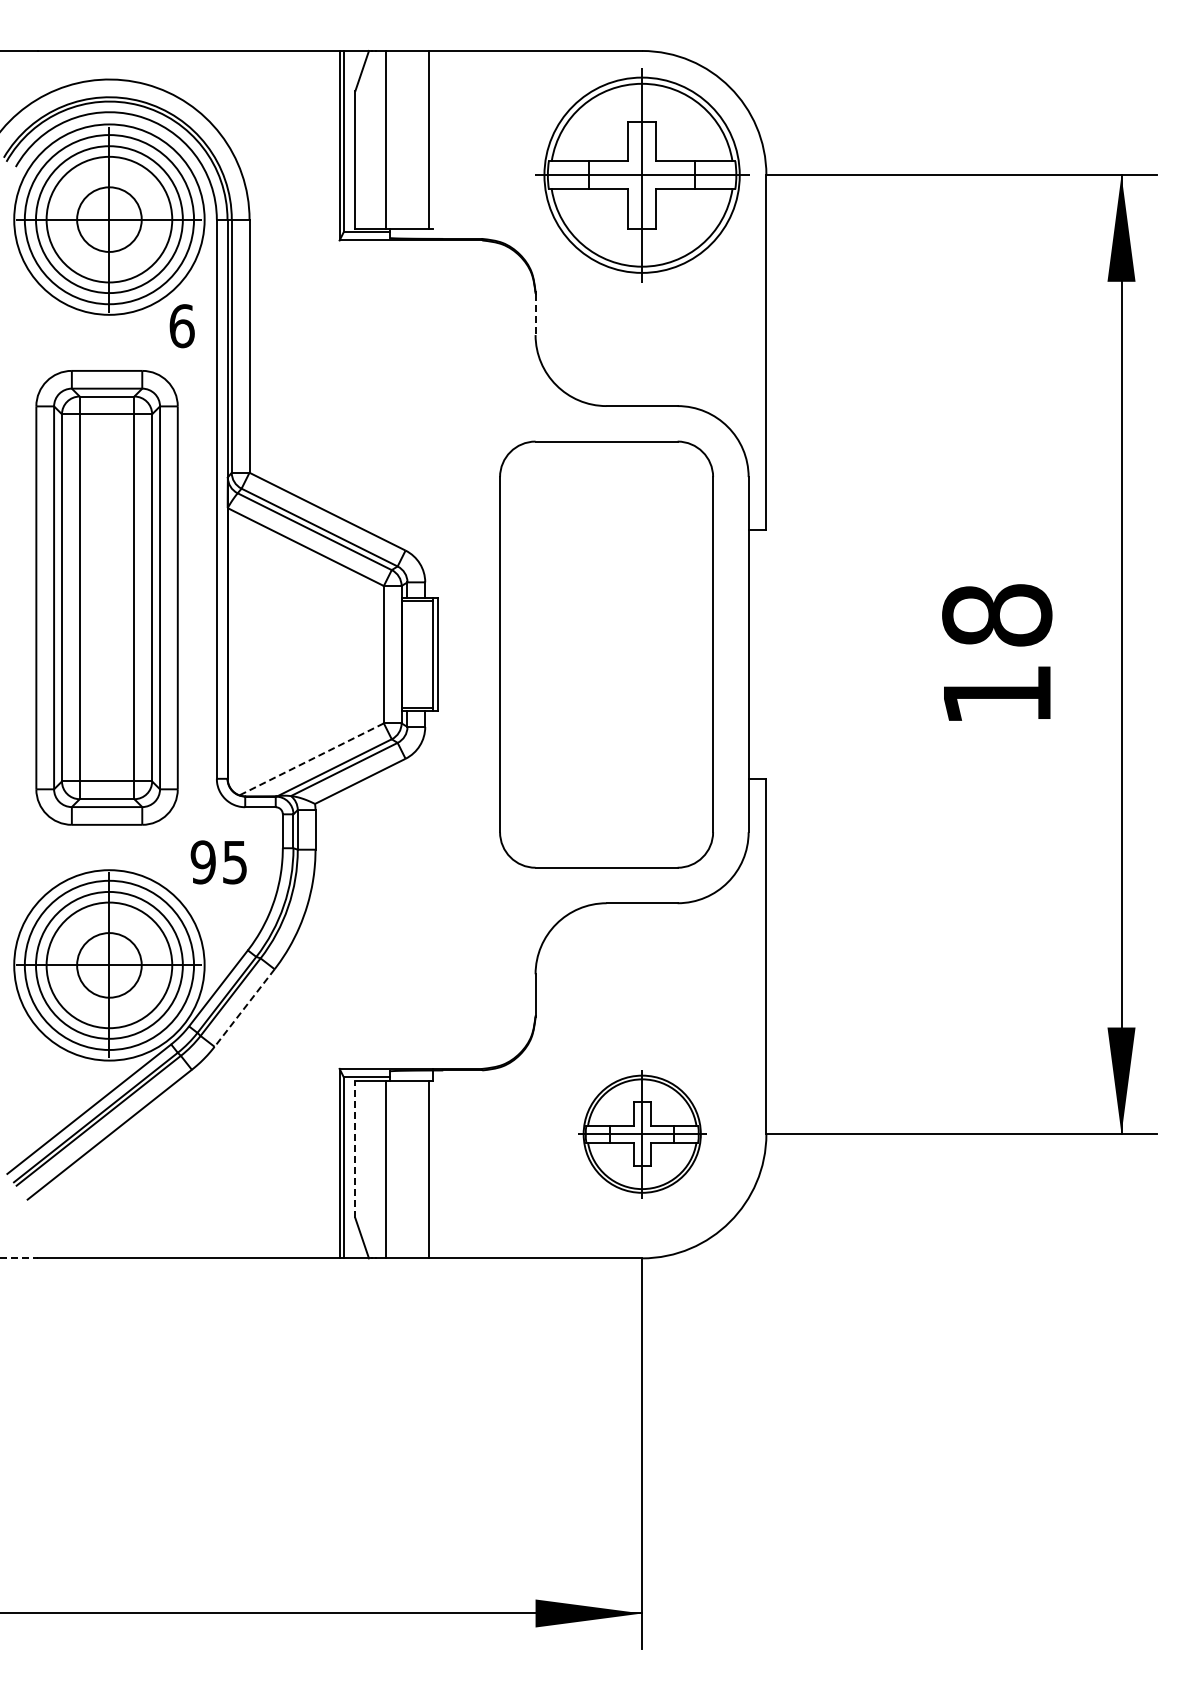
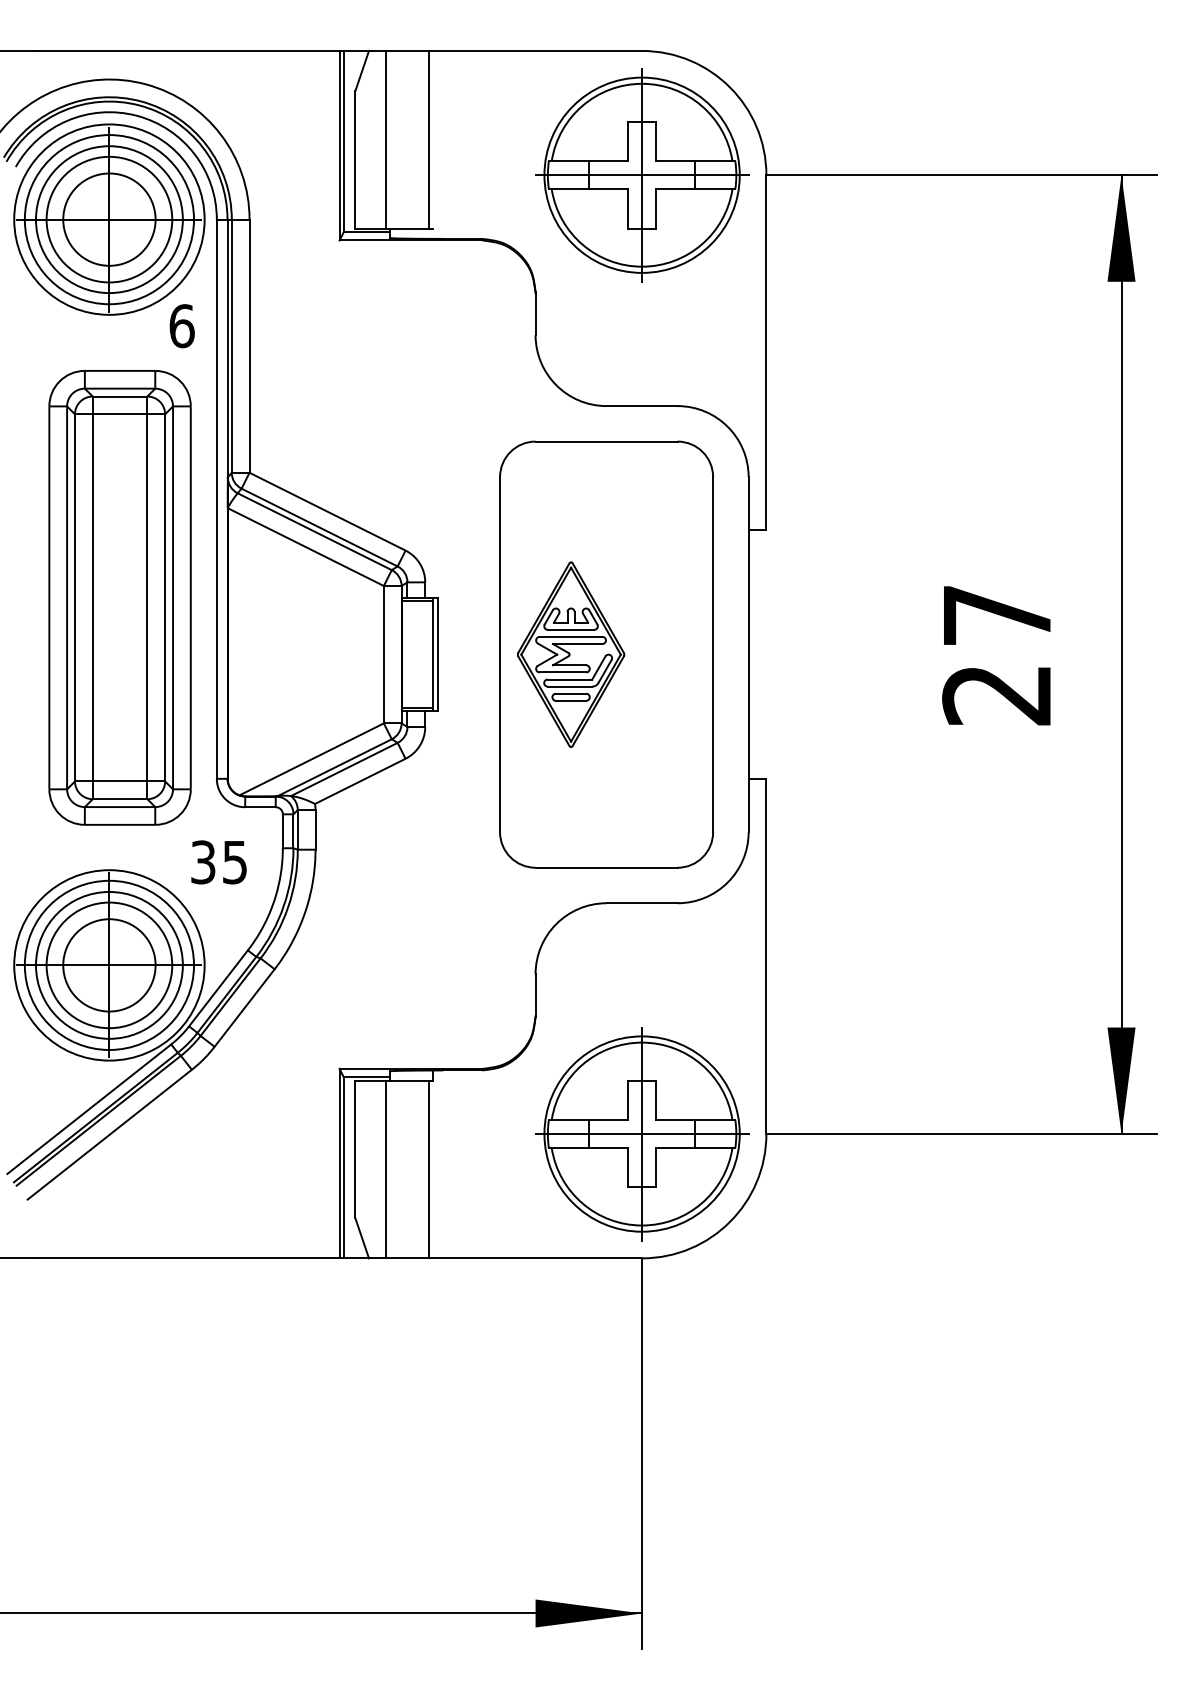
circle at (109, 219) diameter: 65 px -> 92 px
line at (535, 314): dashed -> solid
part at (106, 597) position: (106, 597) -> (119, 597)
part at (571, 654): none -> present
text at (997, 654): 18 -> 27
line at (311, 759): dashed -> solid
text at (202, 862): 95 -> 35
circle at (109, 965) diameter: 65 px -> 92 px
line at (244, 1008): dashed -> solid
part at (642, 1134) size: 129x129 px -> 215x215 px
line at (355, 1149): dashed -> solid
line at (19, 1258): dashed -> solid
